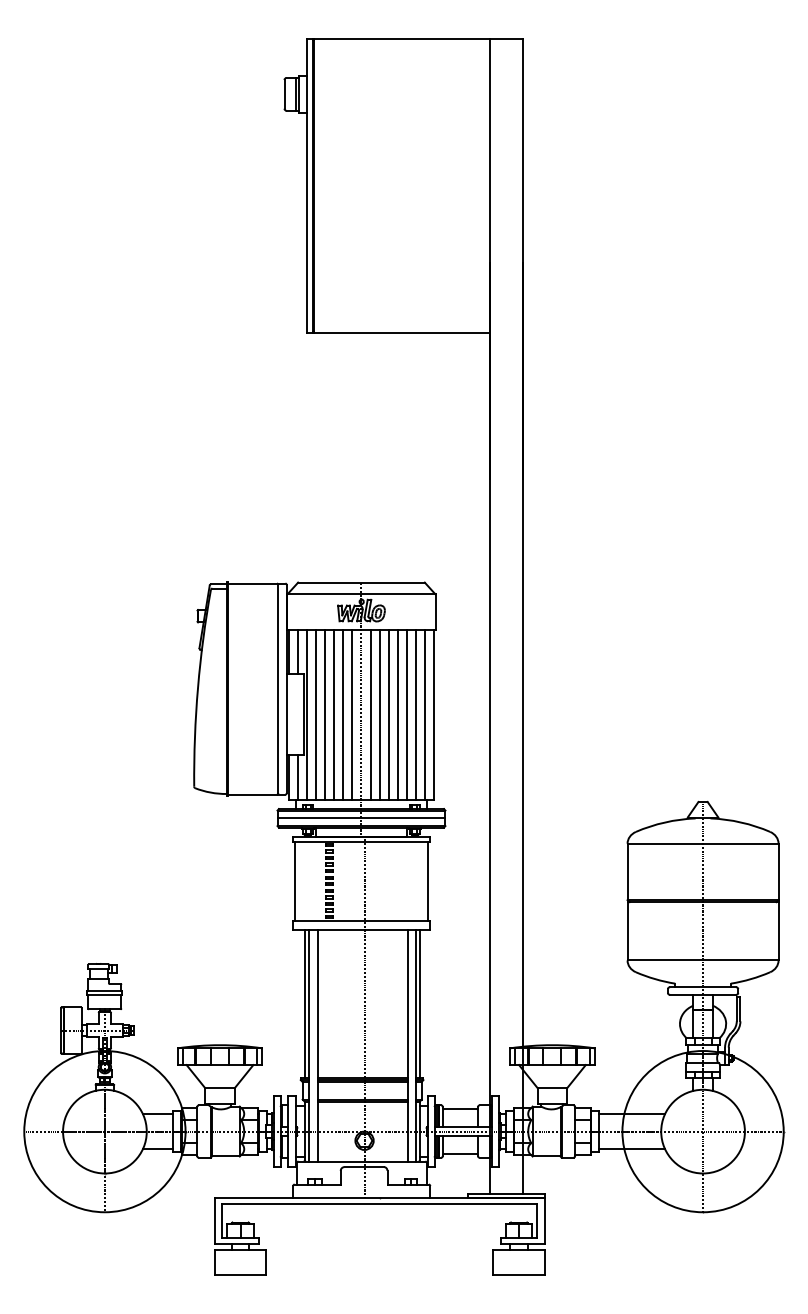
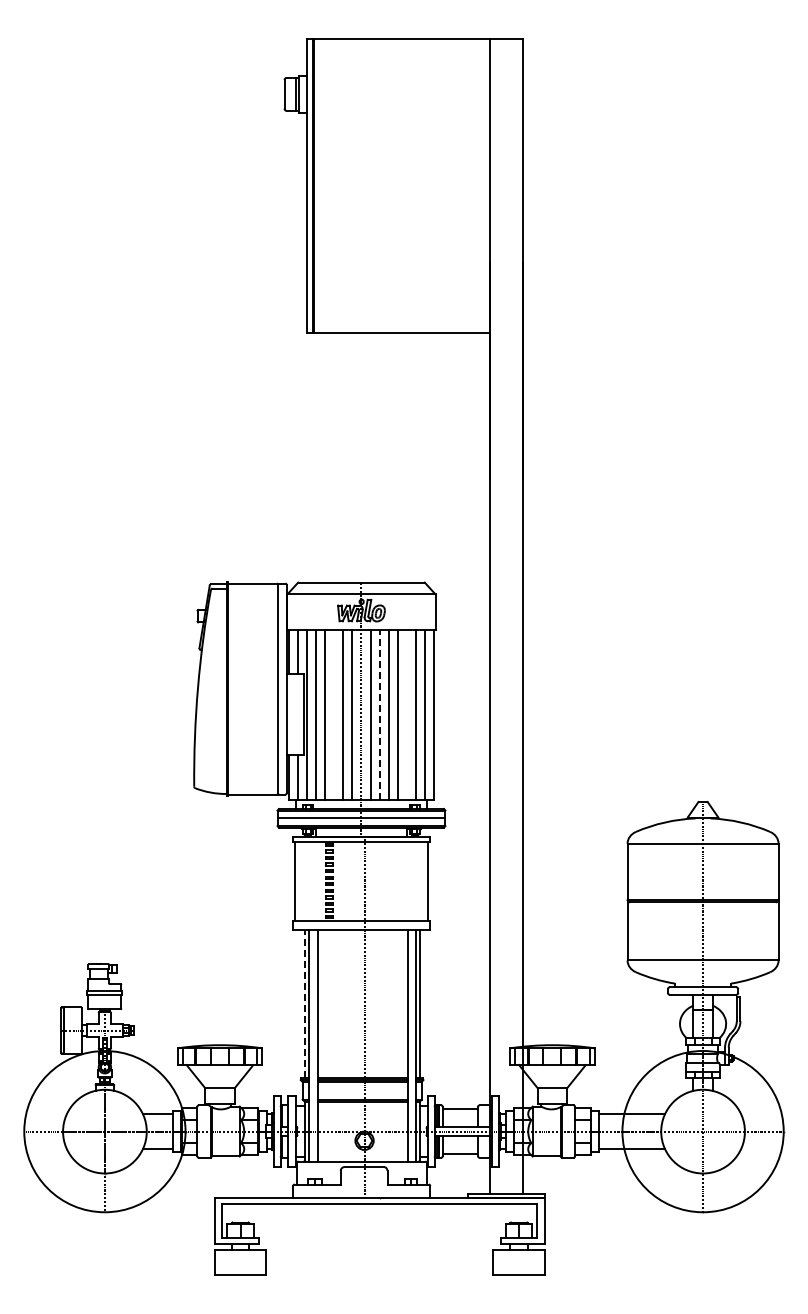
line at (334, 714): present -> none
line at (379, 714): solid -> dashed
line at (406, 714): present -> none
line at (304, 1003): solid -> dashed
